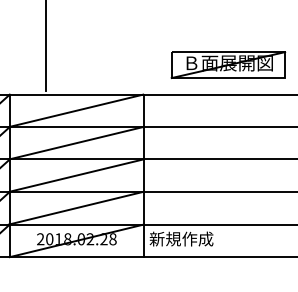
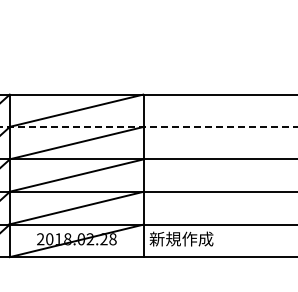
line at (45, 46): present -> none
part at (228, 64): present -> none
line at (149, 127): solid -> dashed
